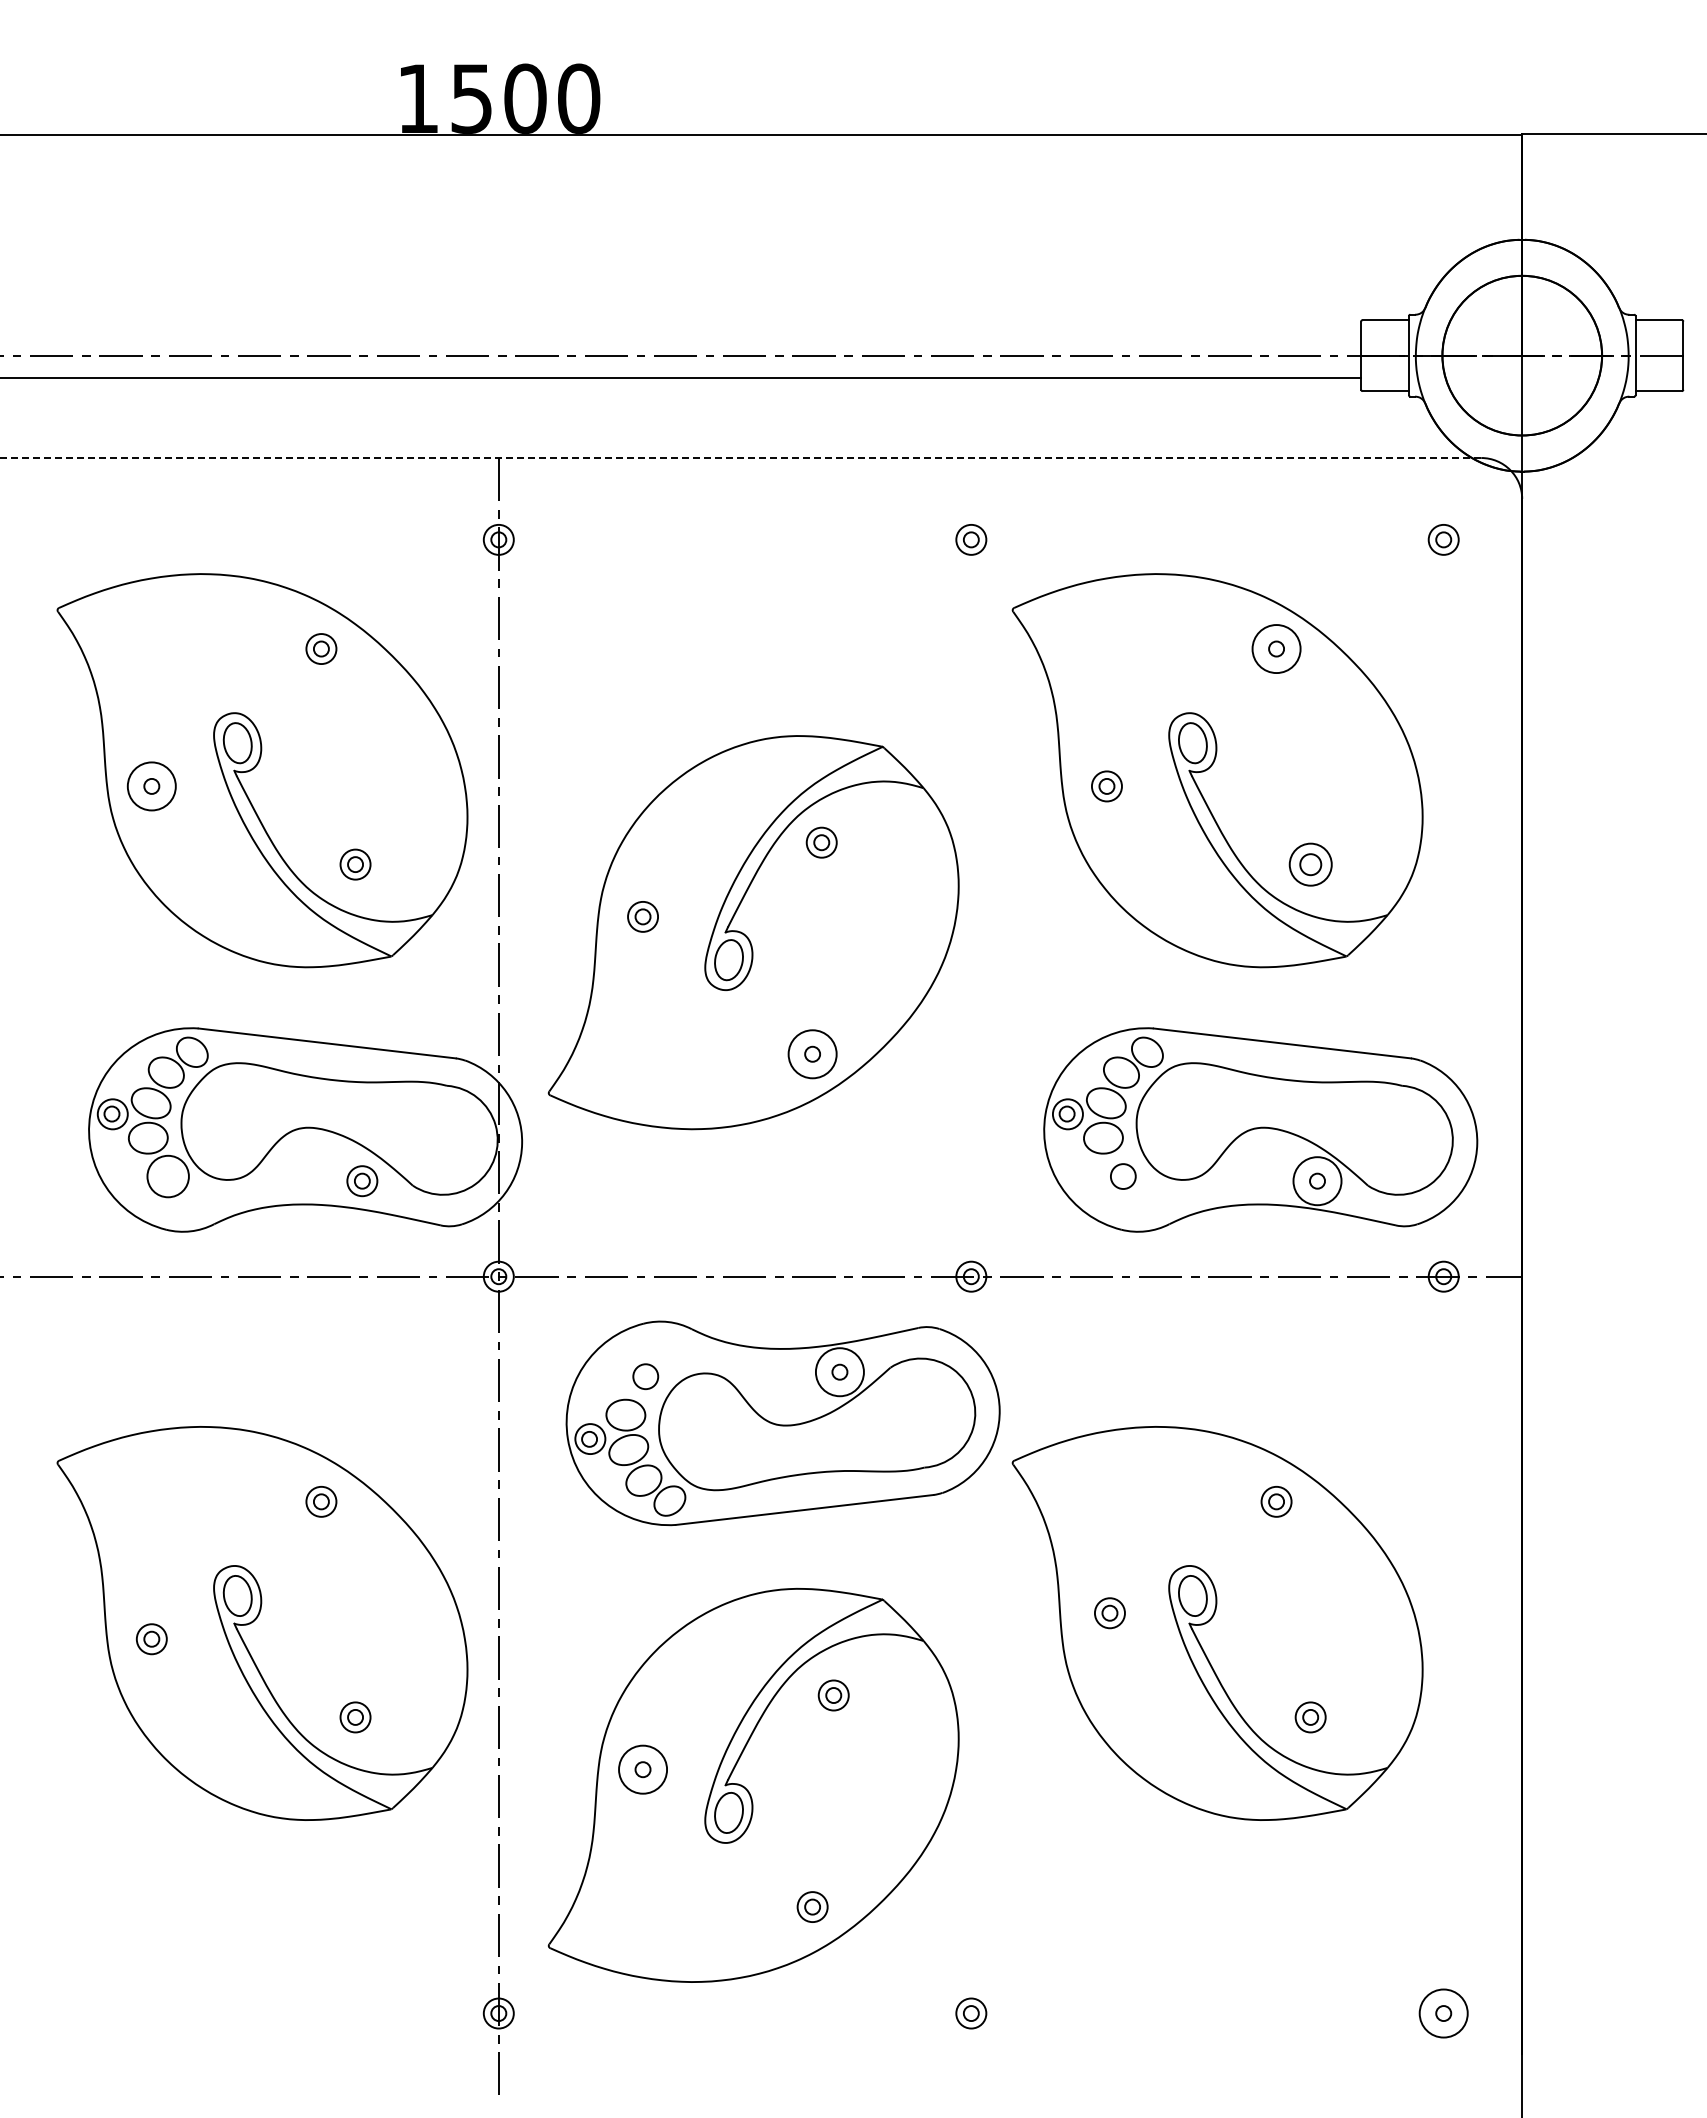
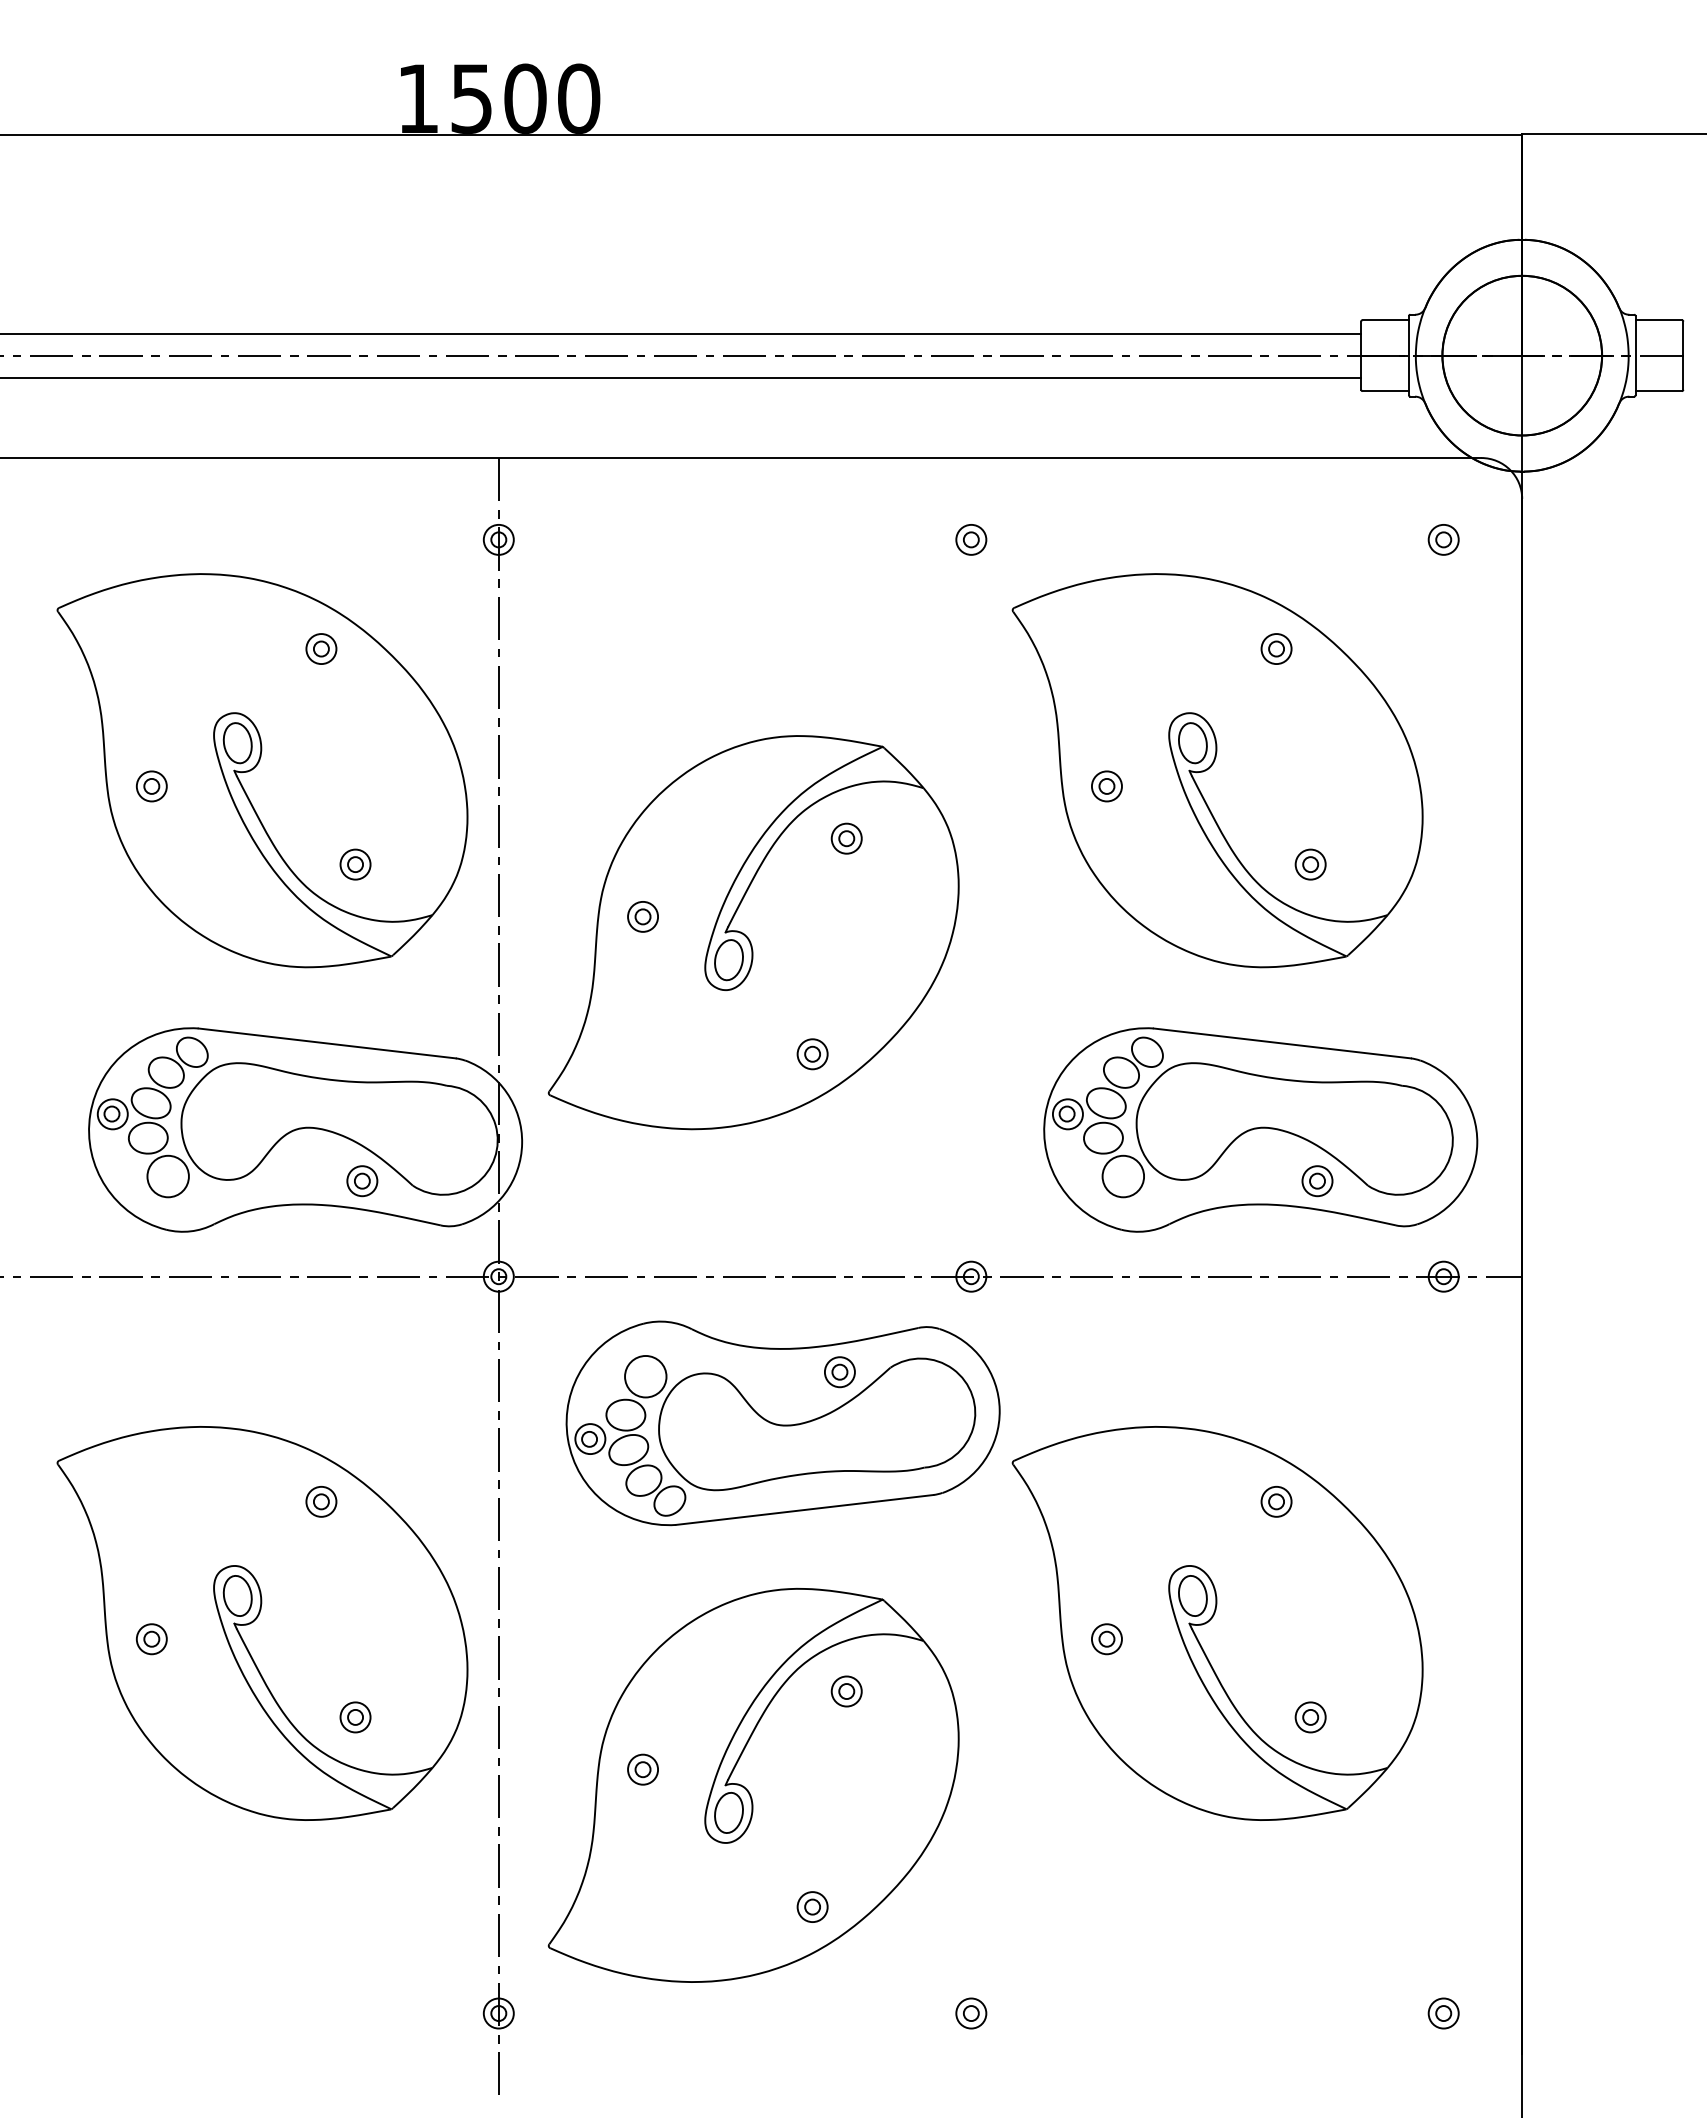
line at (681, 333): none -> present
line at (740, 458): dashed -> solid
circle at (1276, 649) diameter: 48 px -> 30 px
circle at (151, 786) diameter: 48 px -> 30 px
part at (821, 842) position: (821, 842) -> (846, 838)
part at (1310, 864) size: 45x45 px -> 33x33 px
circle at (812, 1054) diameter: 48 px -> 30 px
circle at (1122, 1176) diameter: 25 px -> 41 px
circle at (1317, 1181) diameter: 48 px -> 30 px
circle at (839, 1372) diameter: 48 px -> 30 px
circle at (645, 1376) diameter: 25 px -> 41 px
part at (1109, 1613) position: (1109, 1613) -> (1106, 1639)
part at (833, 1695) position: (833, 1695) -> (846, 1691)
circle at (643, 1769) diameter: 48 px -> 30 px
circle at (1443, 2013) diameter: 48 px -> 30 px
